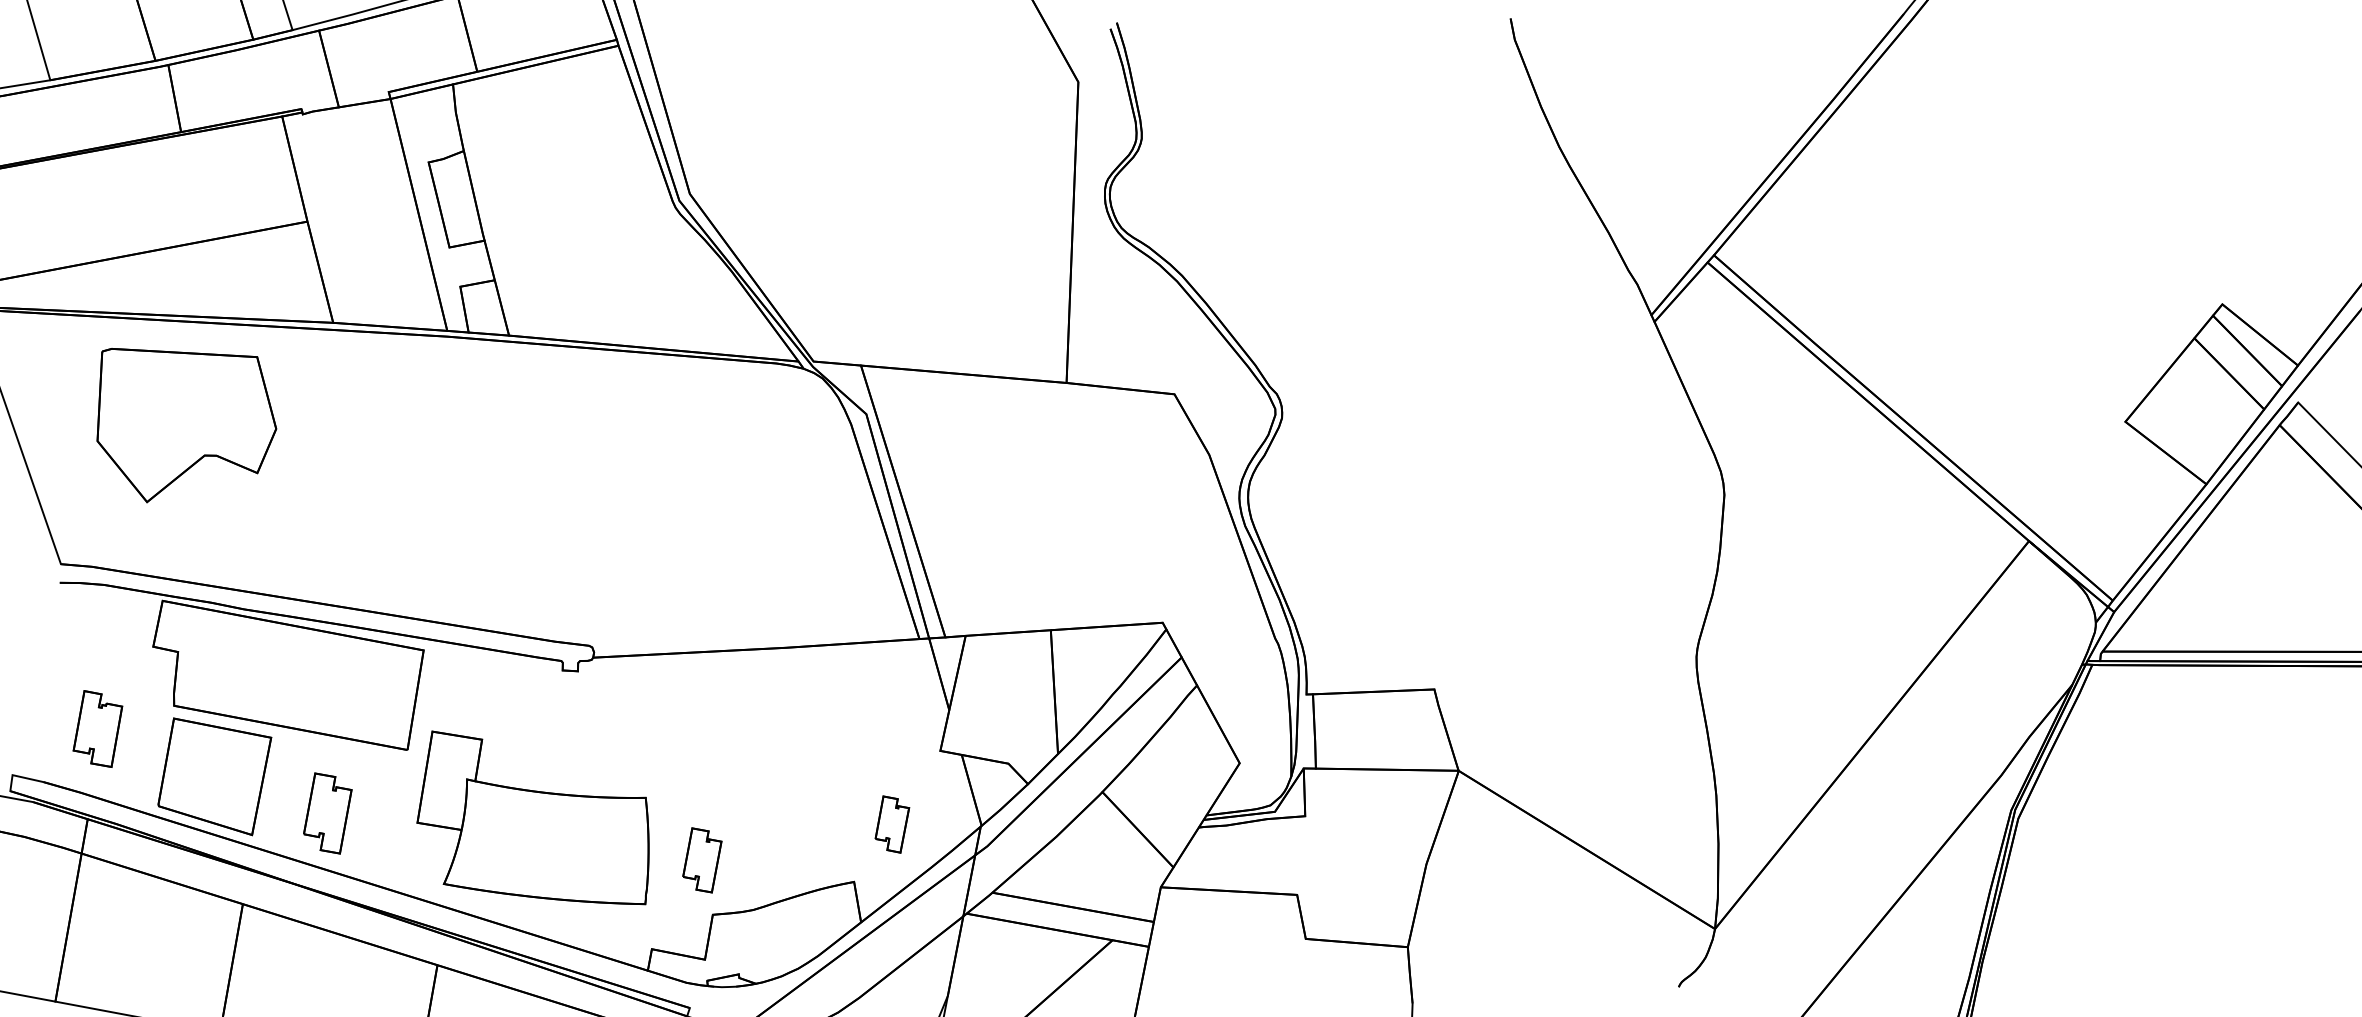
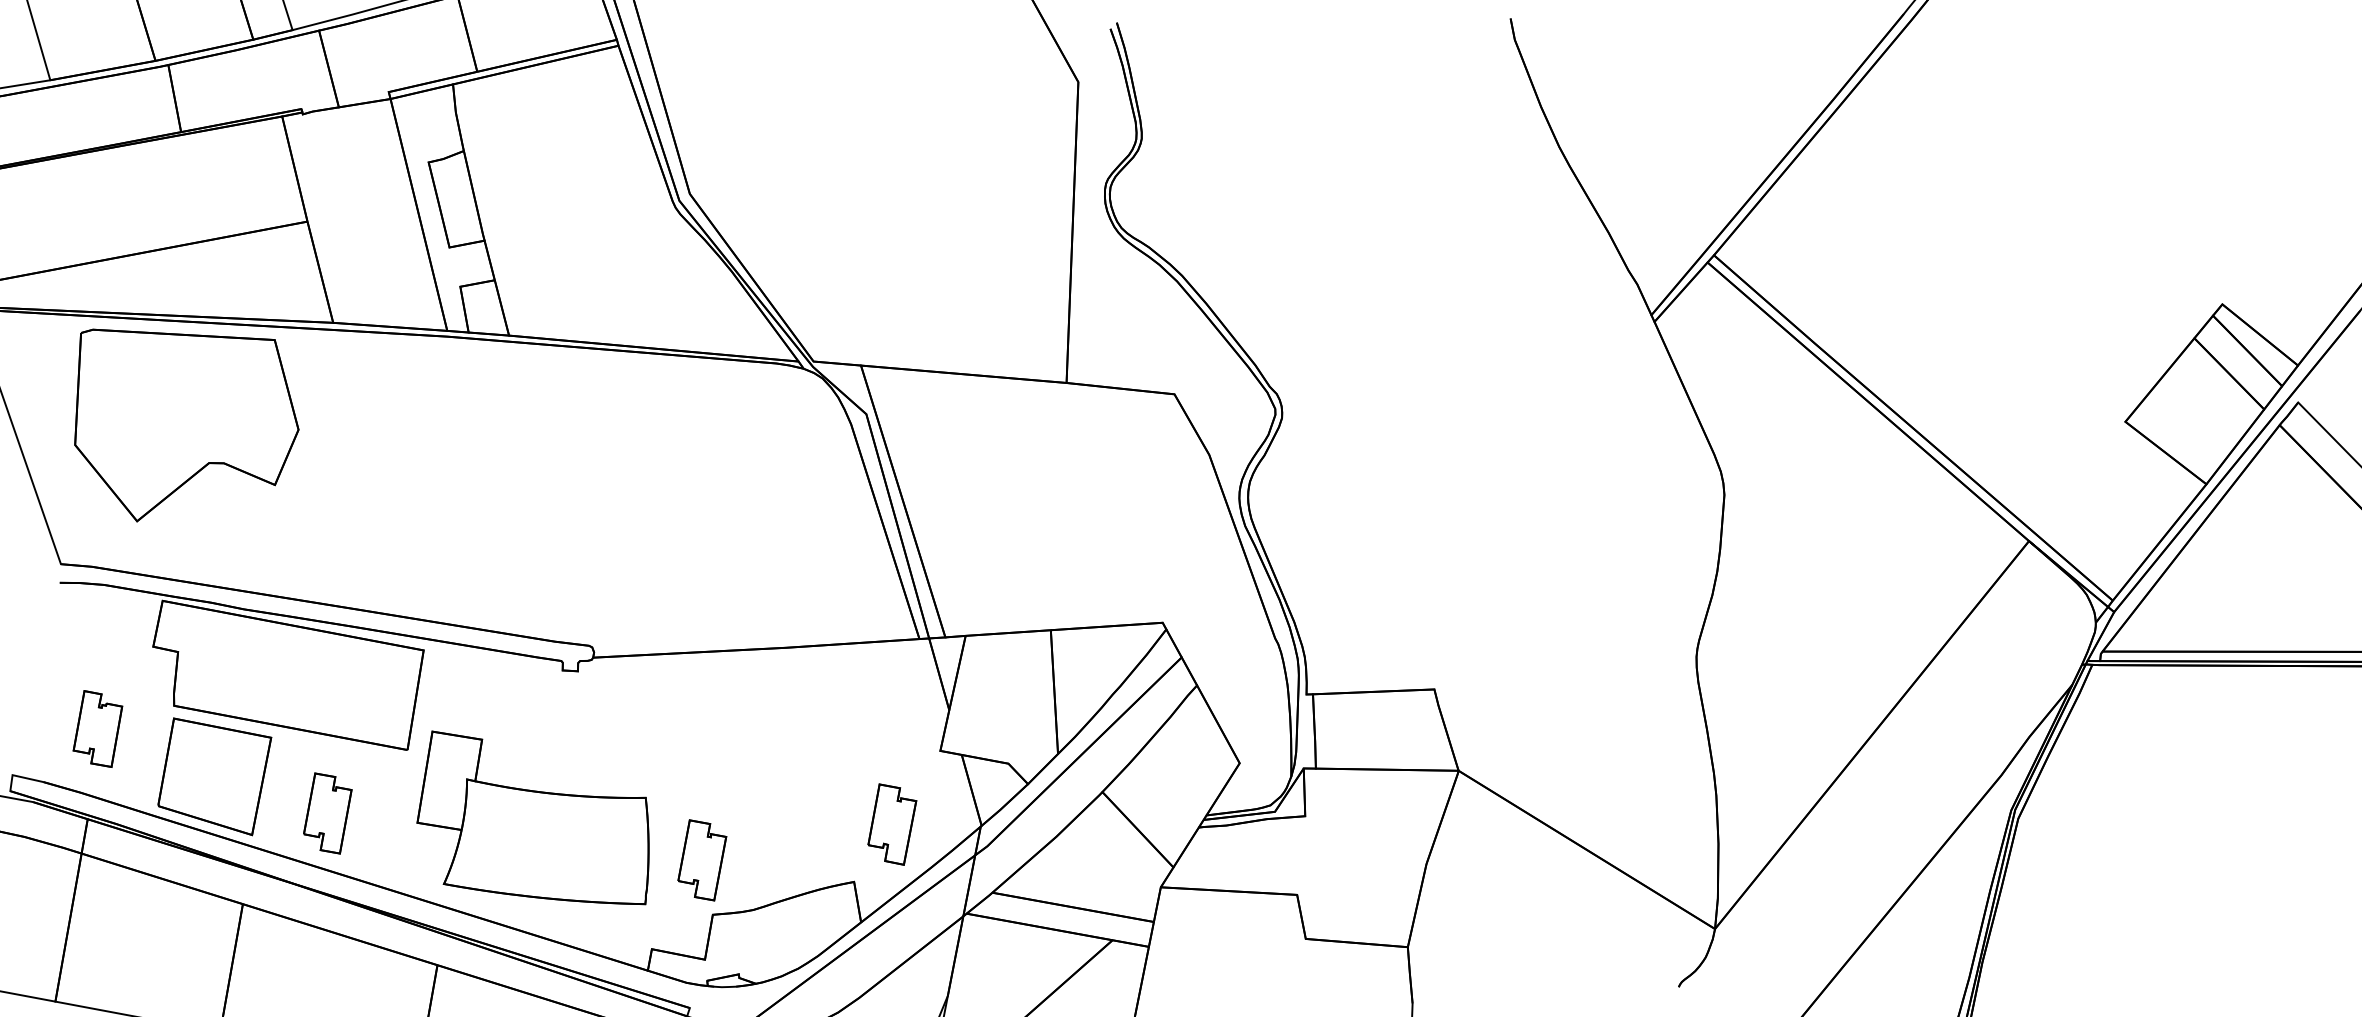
part at (186, 425) size: 182x156 px -> 226x195 px
part at (892, 824) size: 37x59 px -> 51x83 px
part at (702, 860) size: 41x67 px -> 51x83 px
